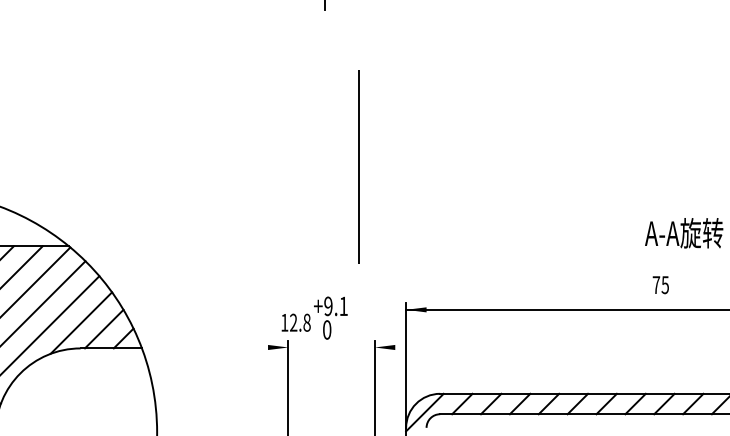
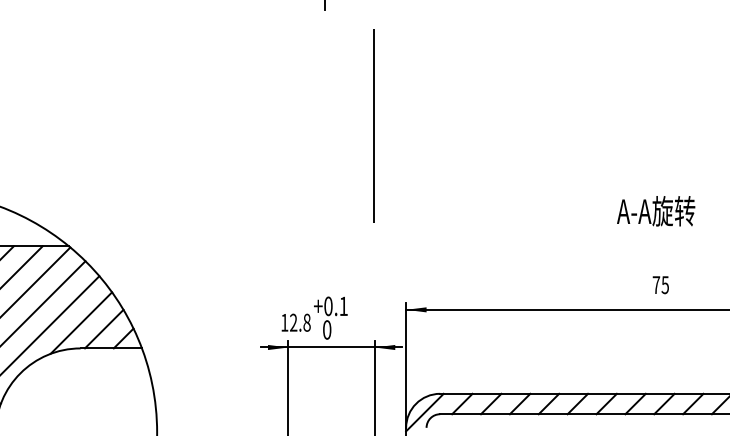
line at (358, 166) position: (358, 166) -> (373, 125)
text at (684, 233) position: (684, 233) -> (656, 211)
text at (328, 306): +9.1 -> +0.1
line at (331, 347): none -> present
